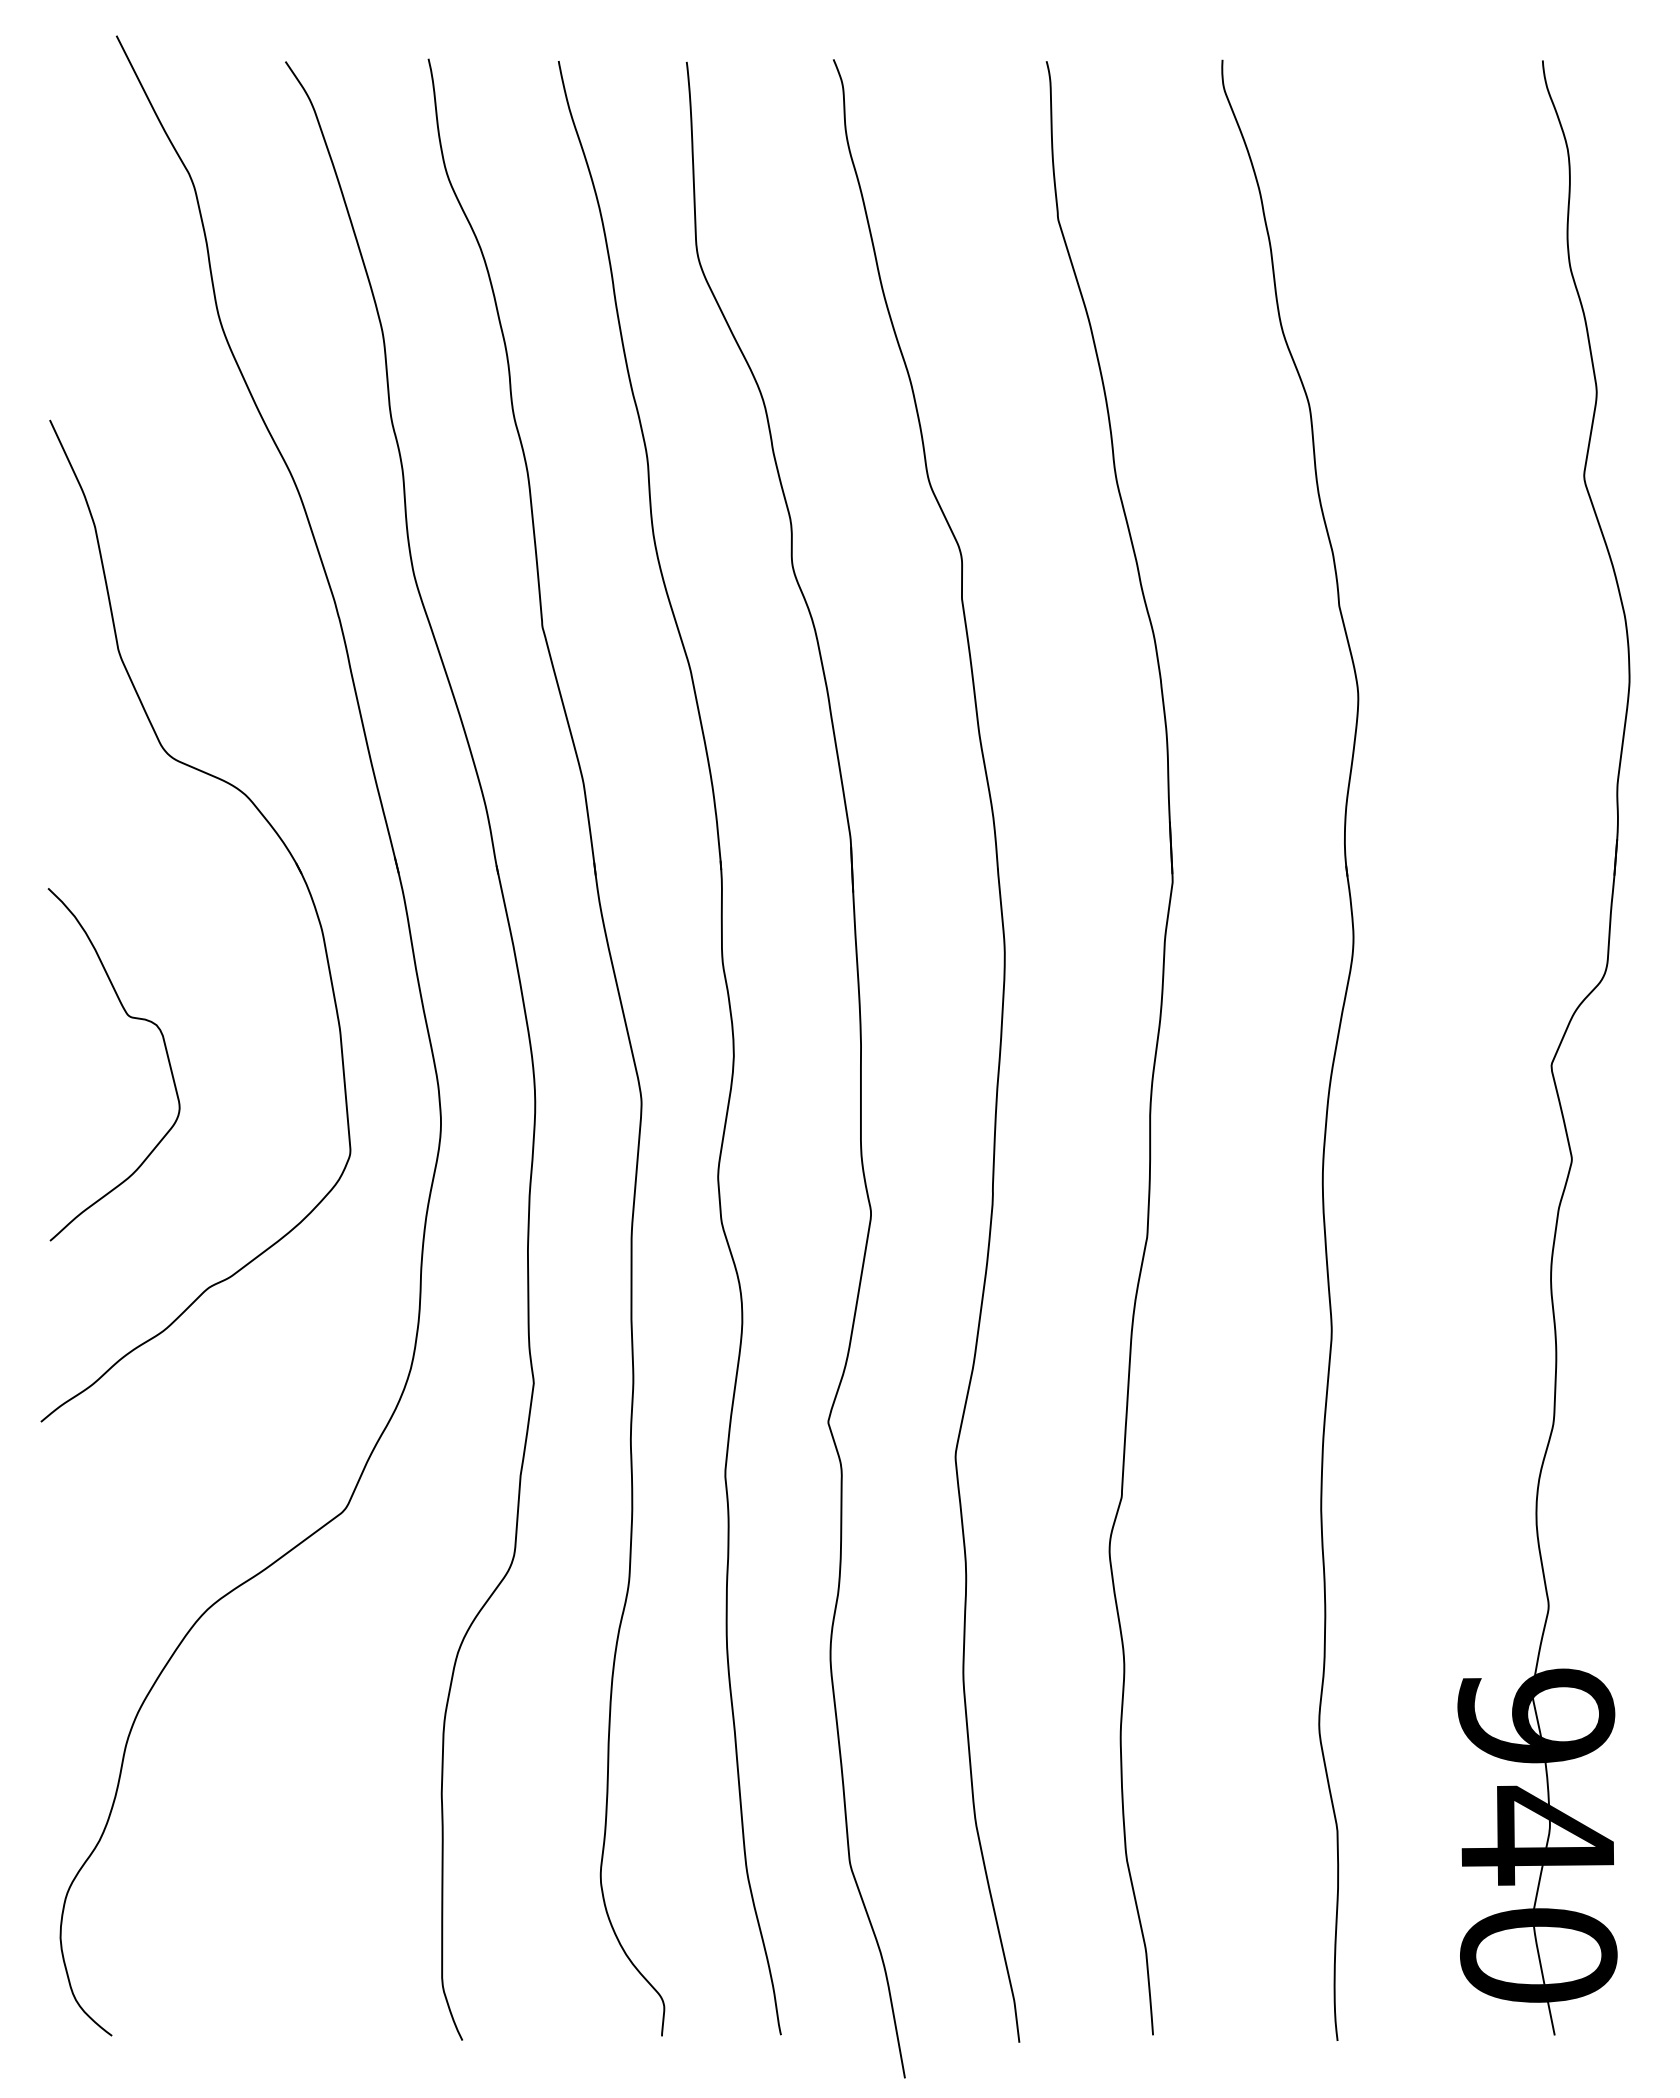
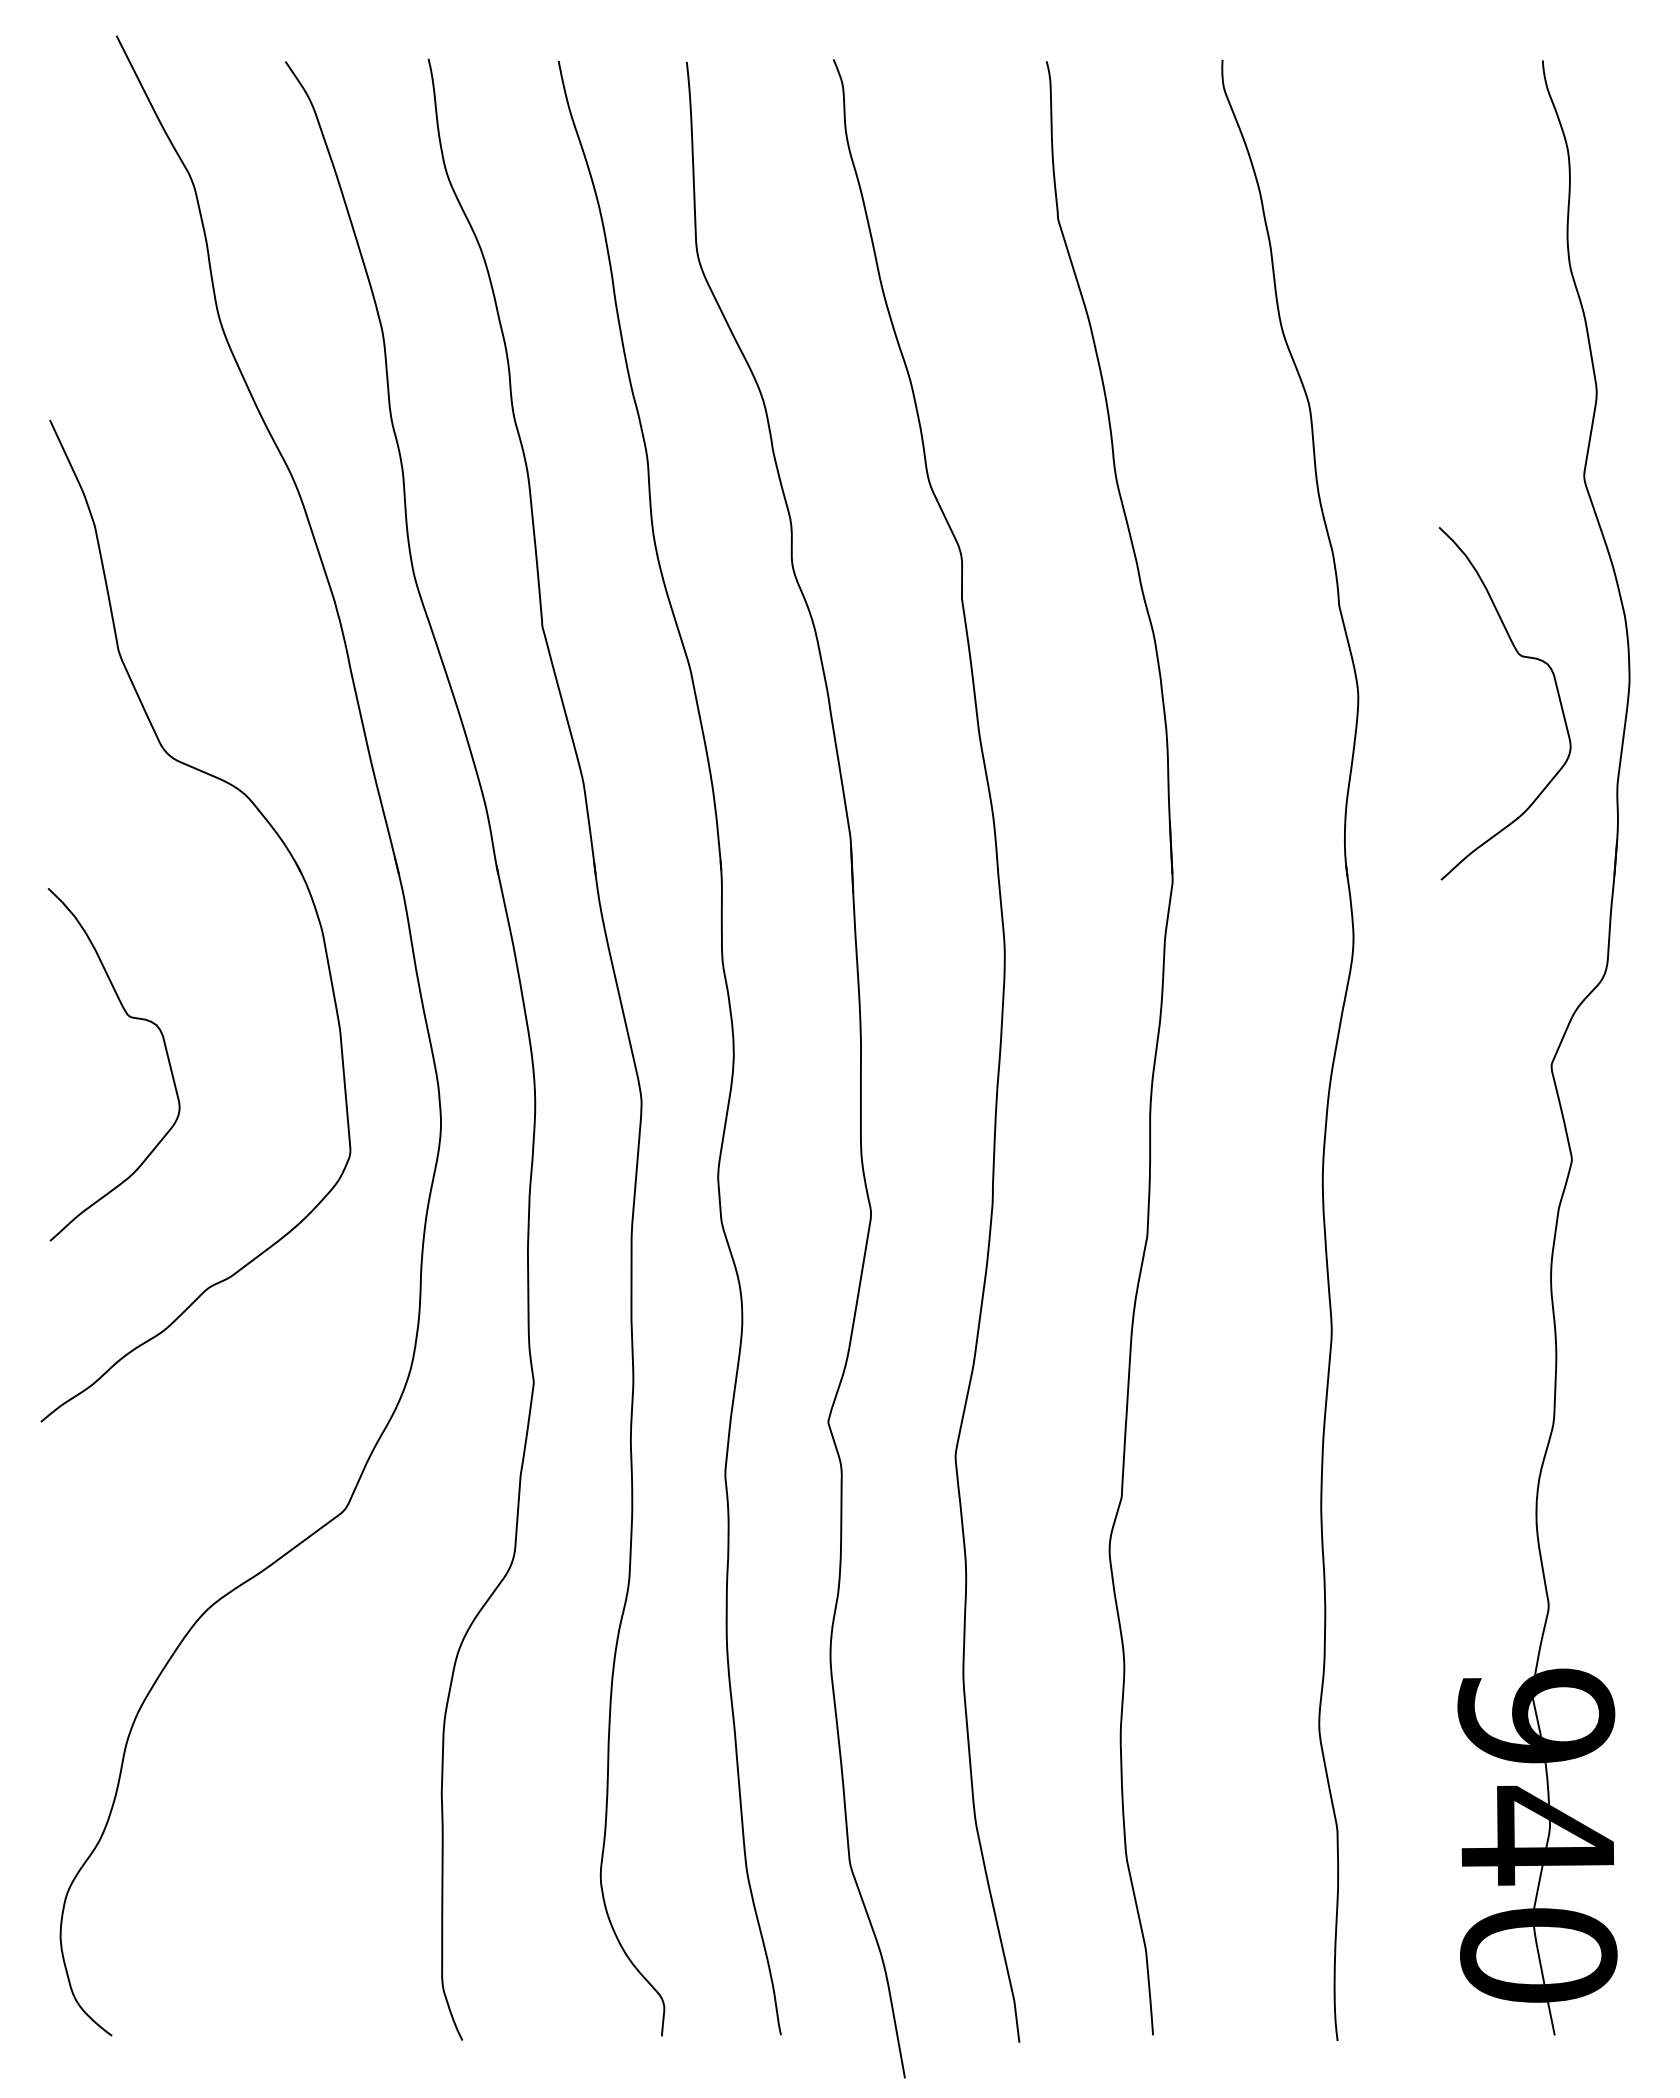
curve at (1522, 657): none -> present
